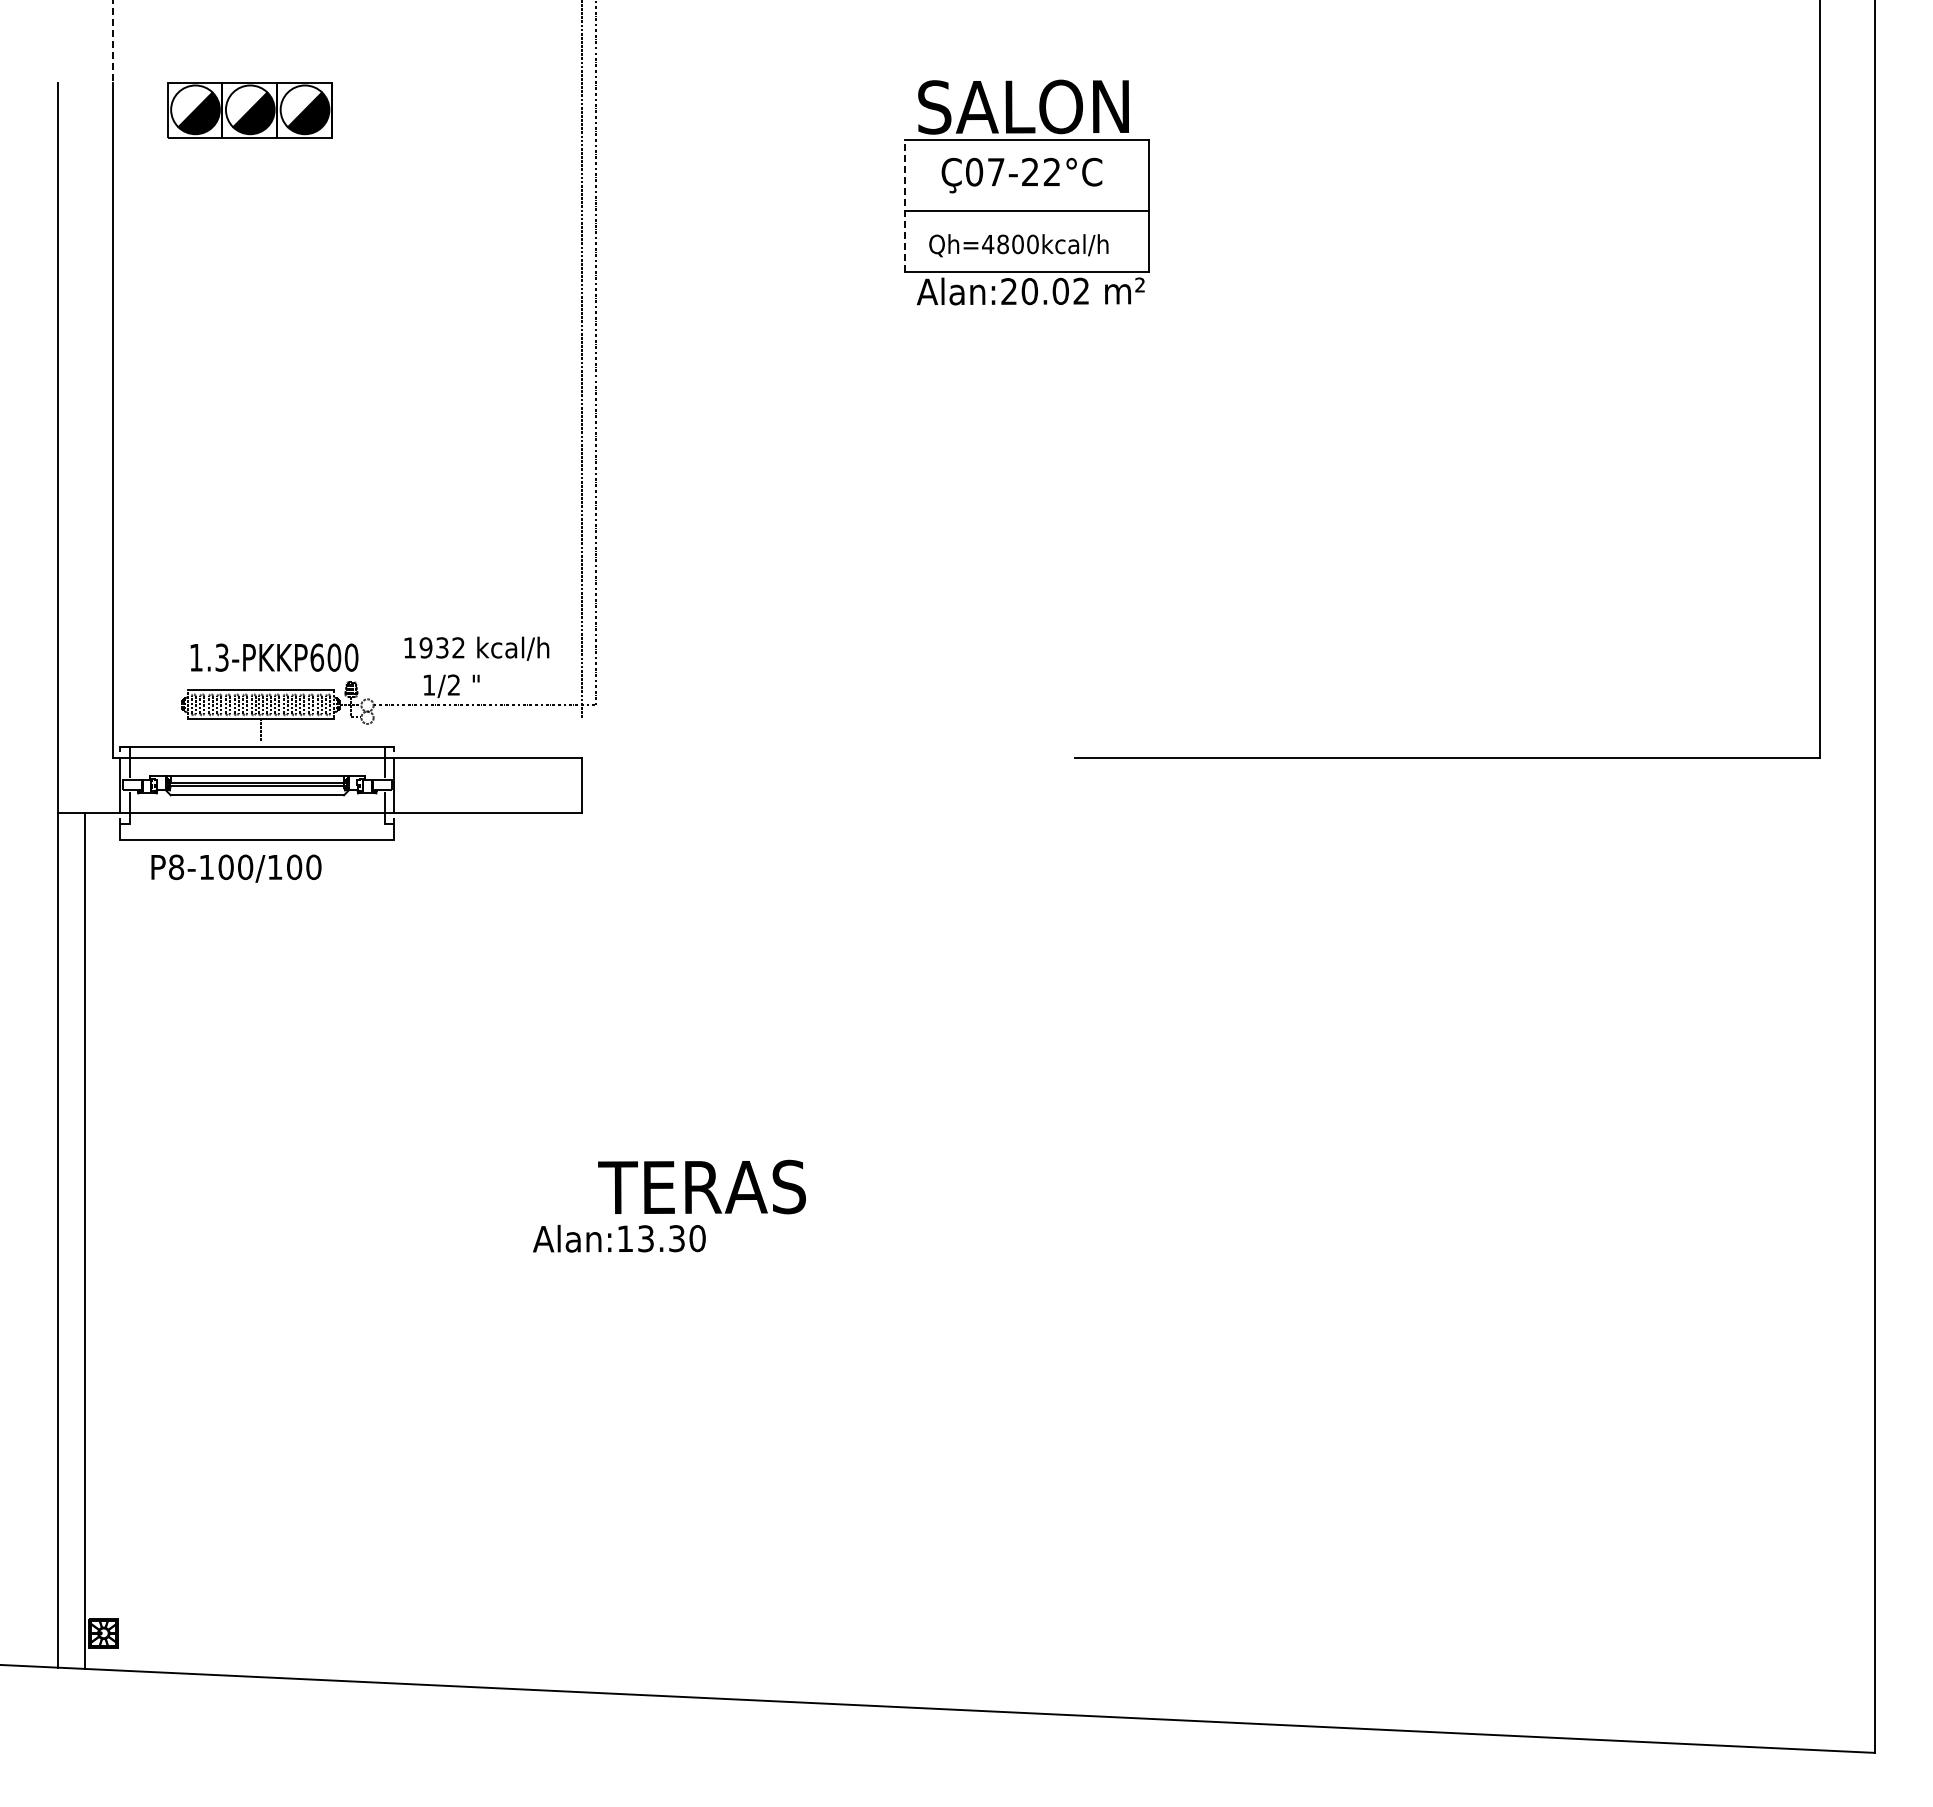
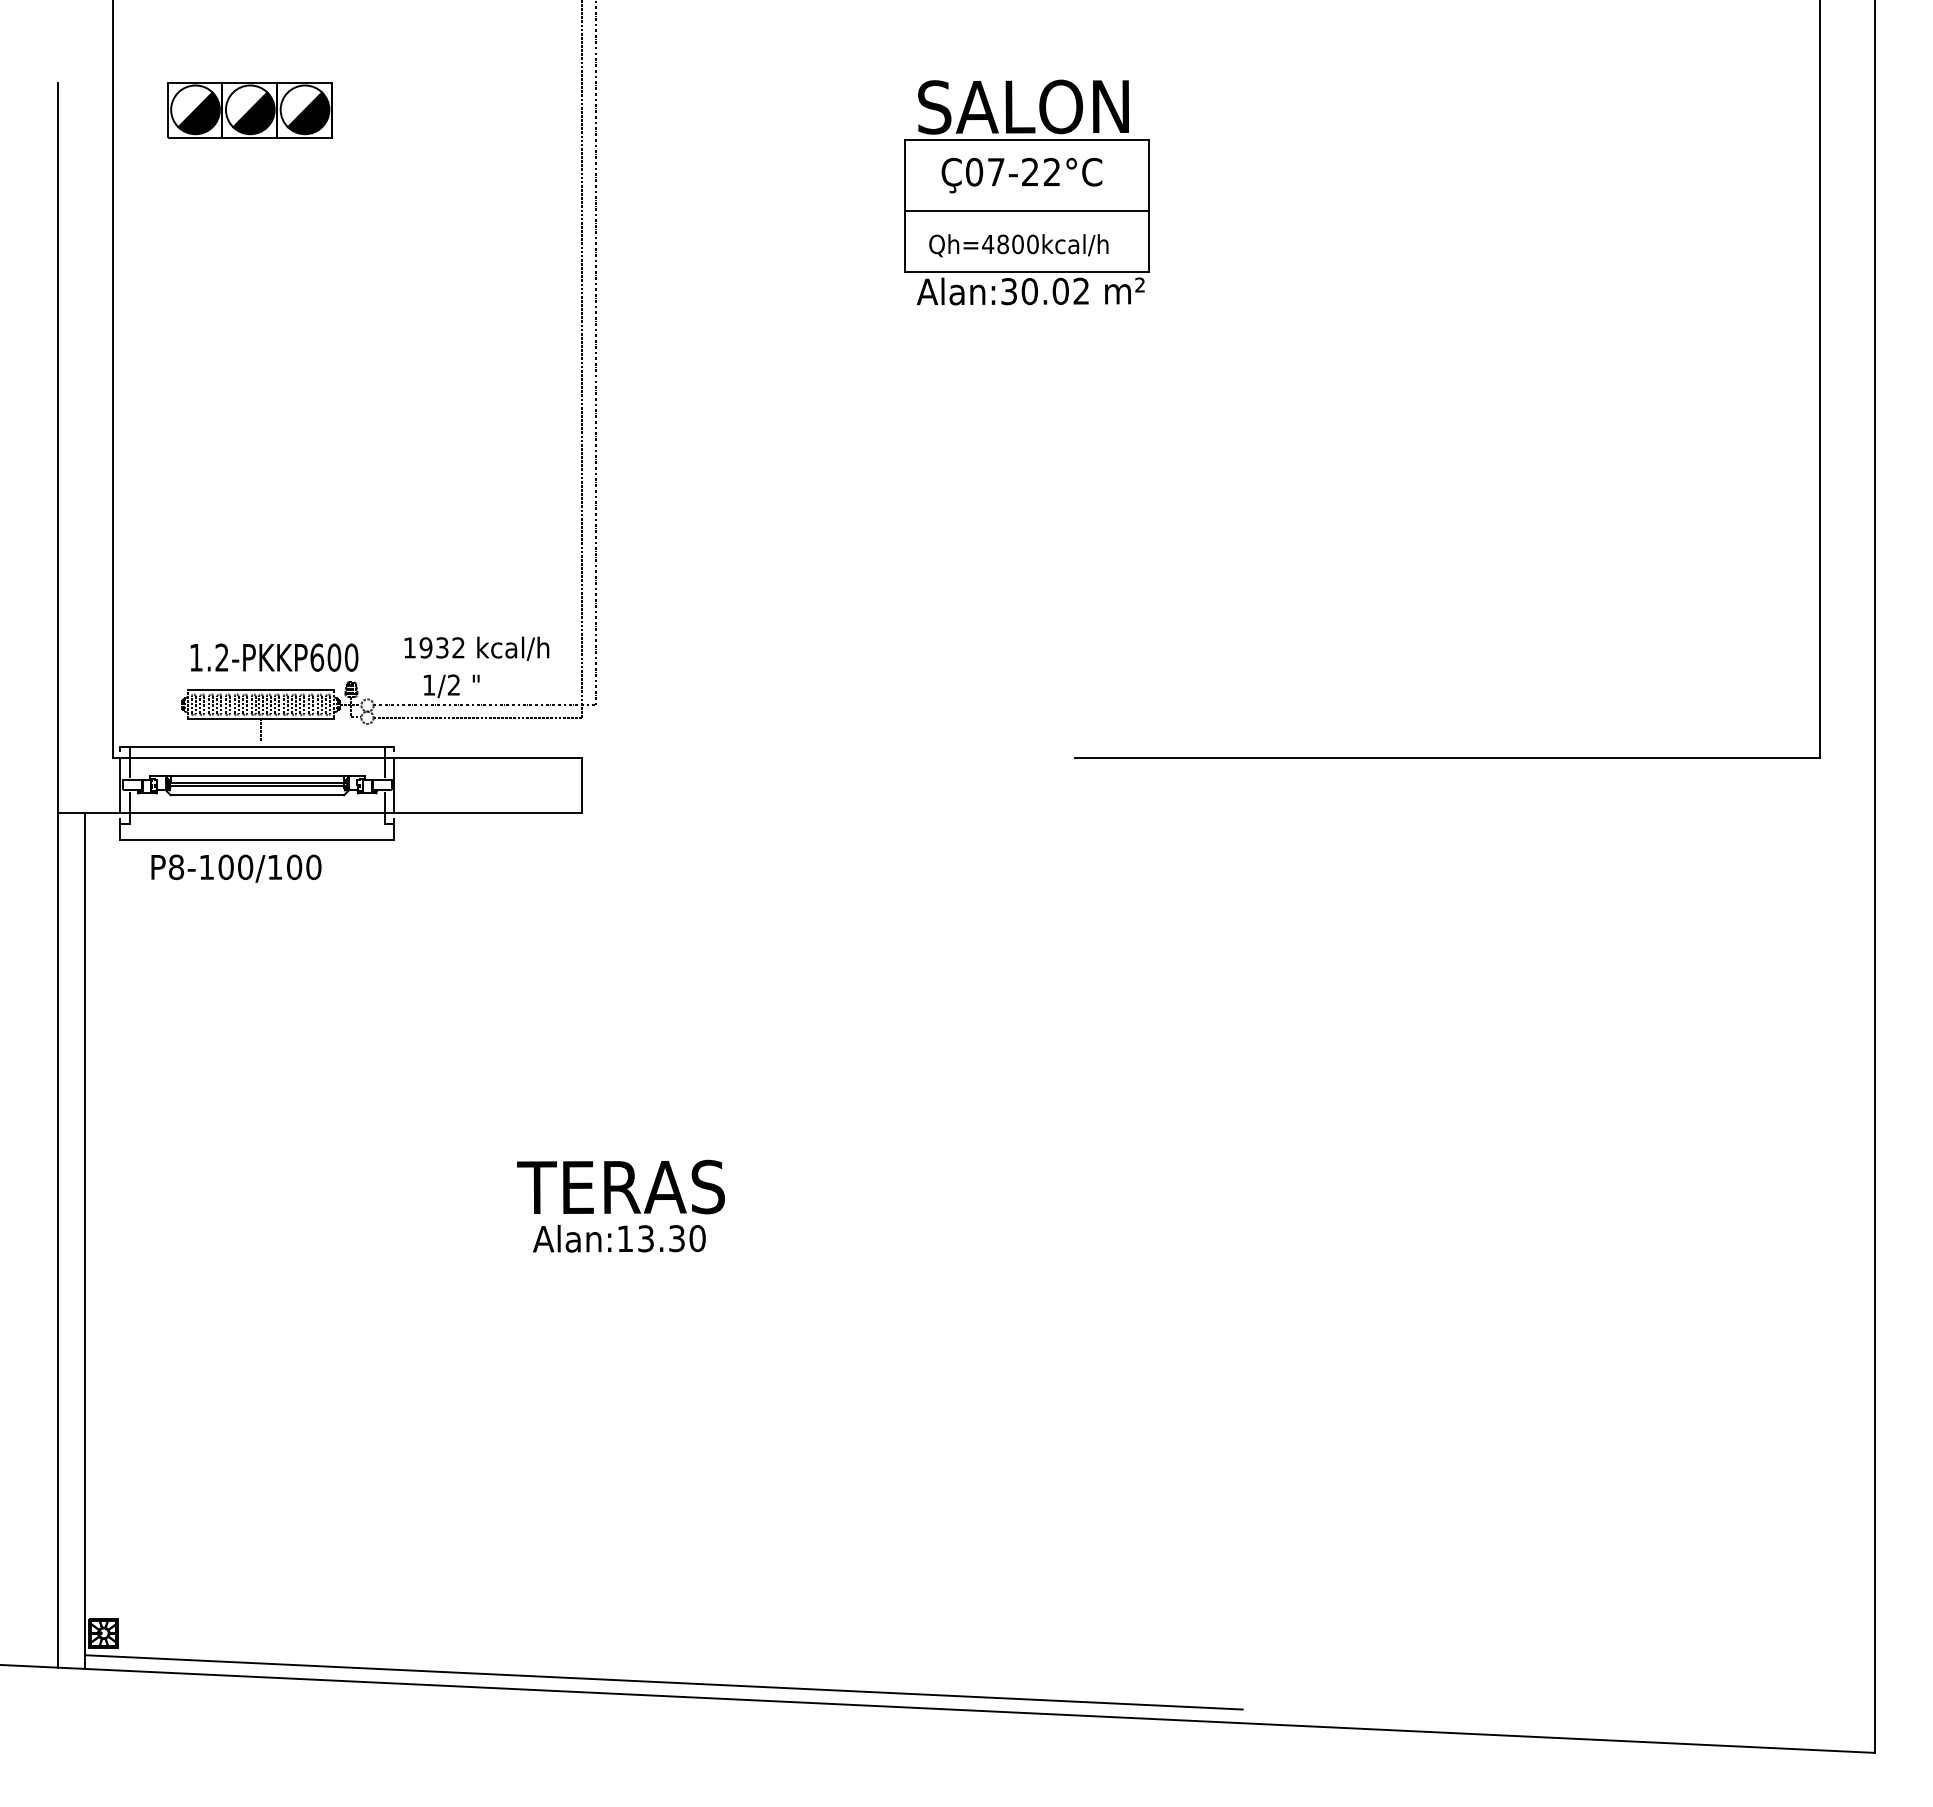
line at (112, 42): dashed -> solid
line at (905, 205): dashed -> solid
text at (1008, 291): Alan:20.02 -> Alan:30.02
text at (221, 657): 1.3-PKKP600 -> 1.2-PKKP600
line at (477, 717): none -> present
text at (701, 1186) position: (701, 1186) -> (620, 1186)
line at (663, 1682): none -> present
